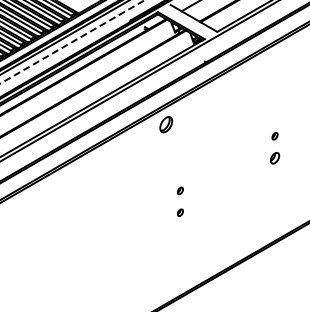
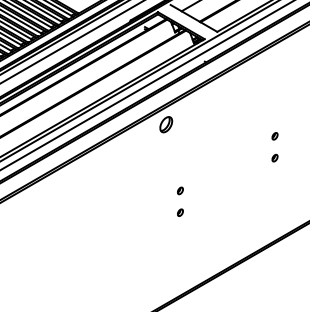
line at (72, 42): dashed -> solid
line at (146, 85): none -> present
part at (275, 158) size: 11x13 px -> 8x10 px
